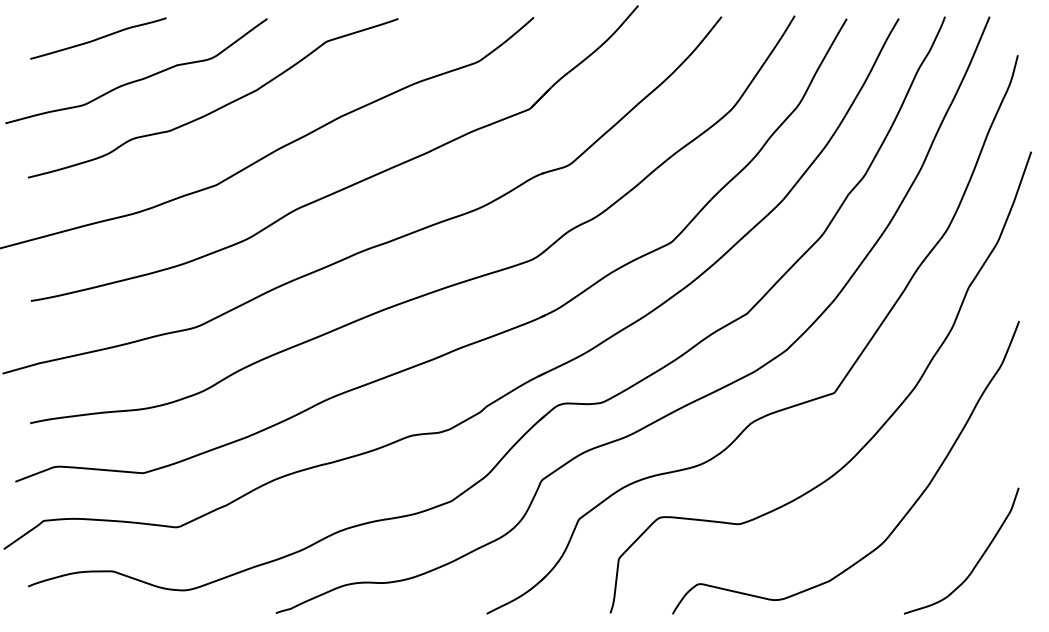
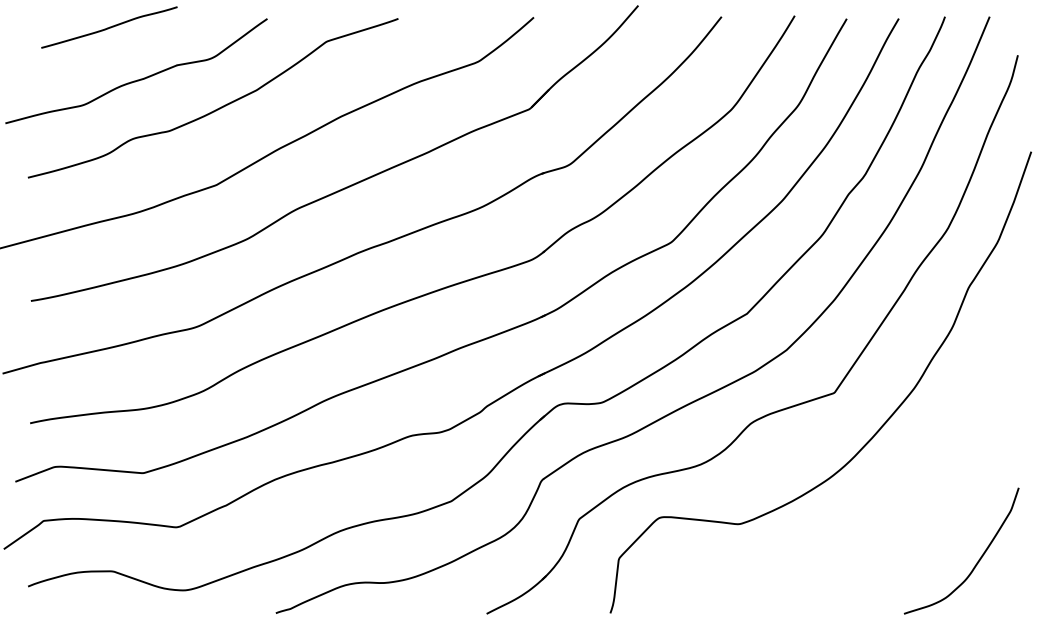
curve at (98, 38) position: (98, 38) -> (109, 27)
curve at (905, 513): present -> none
